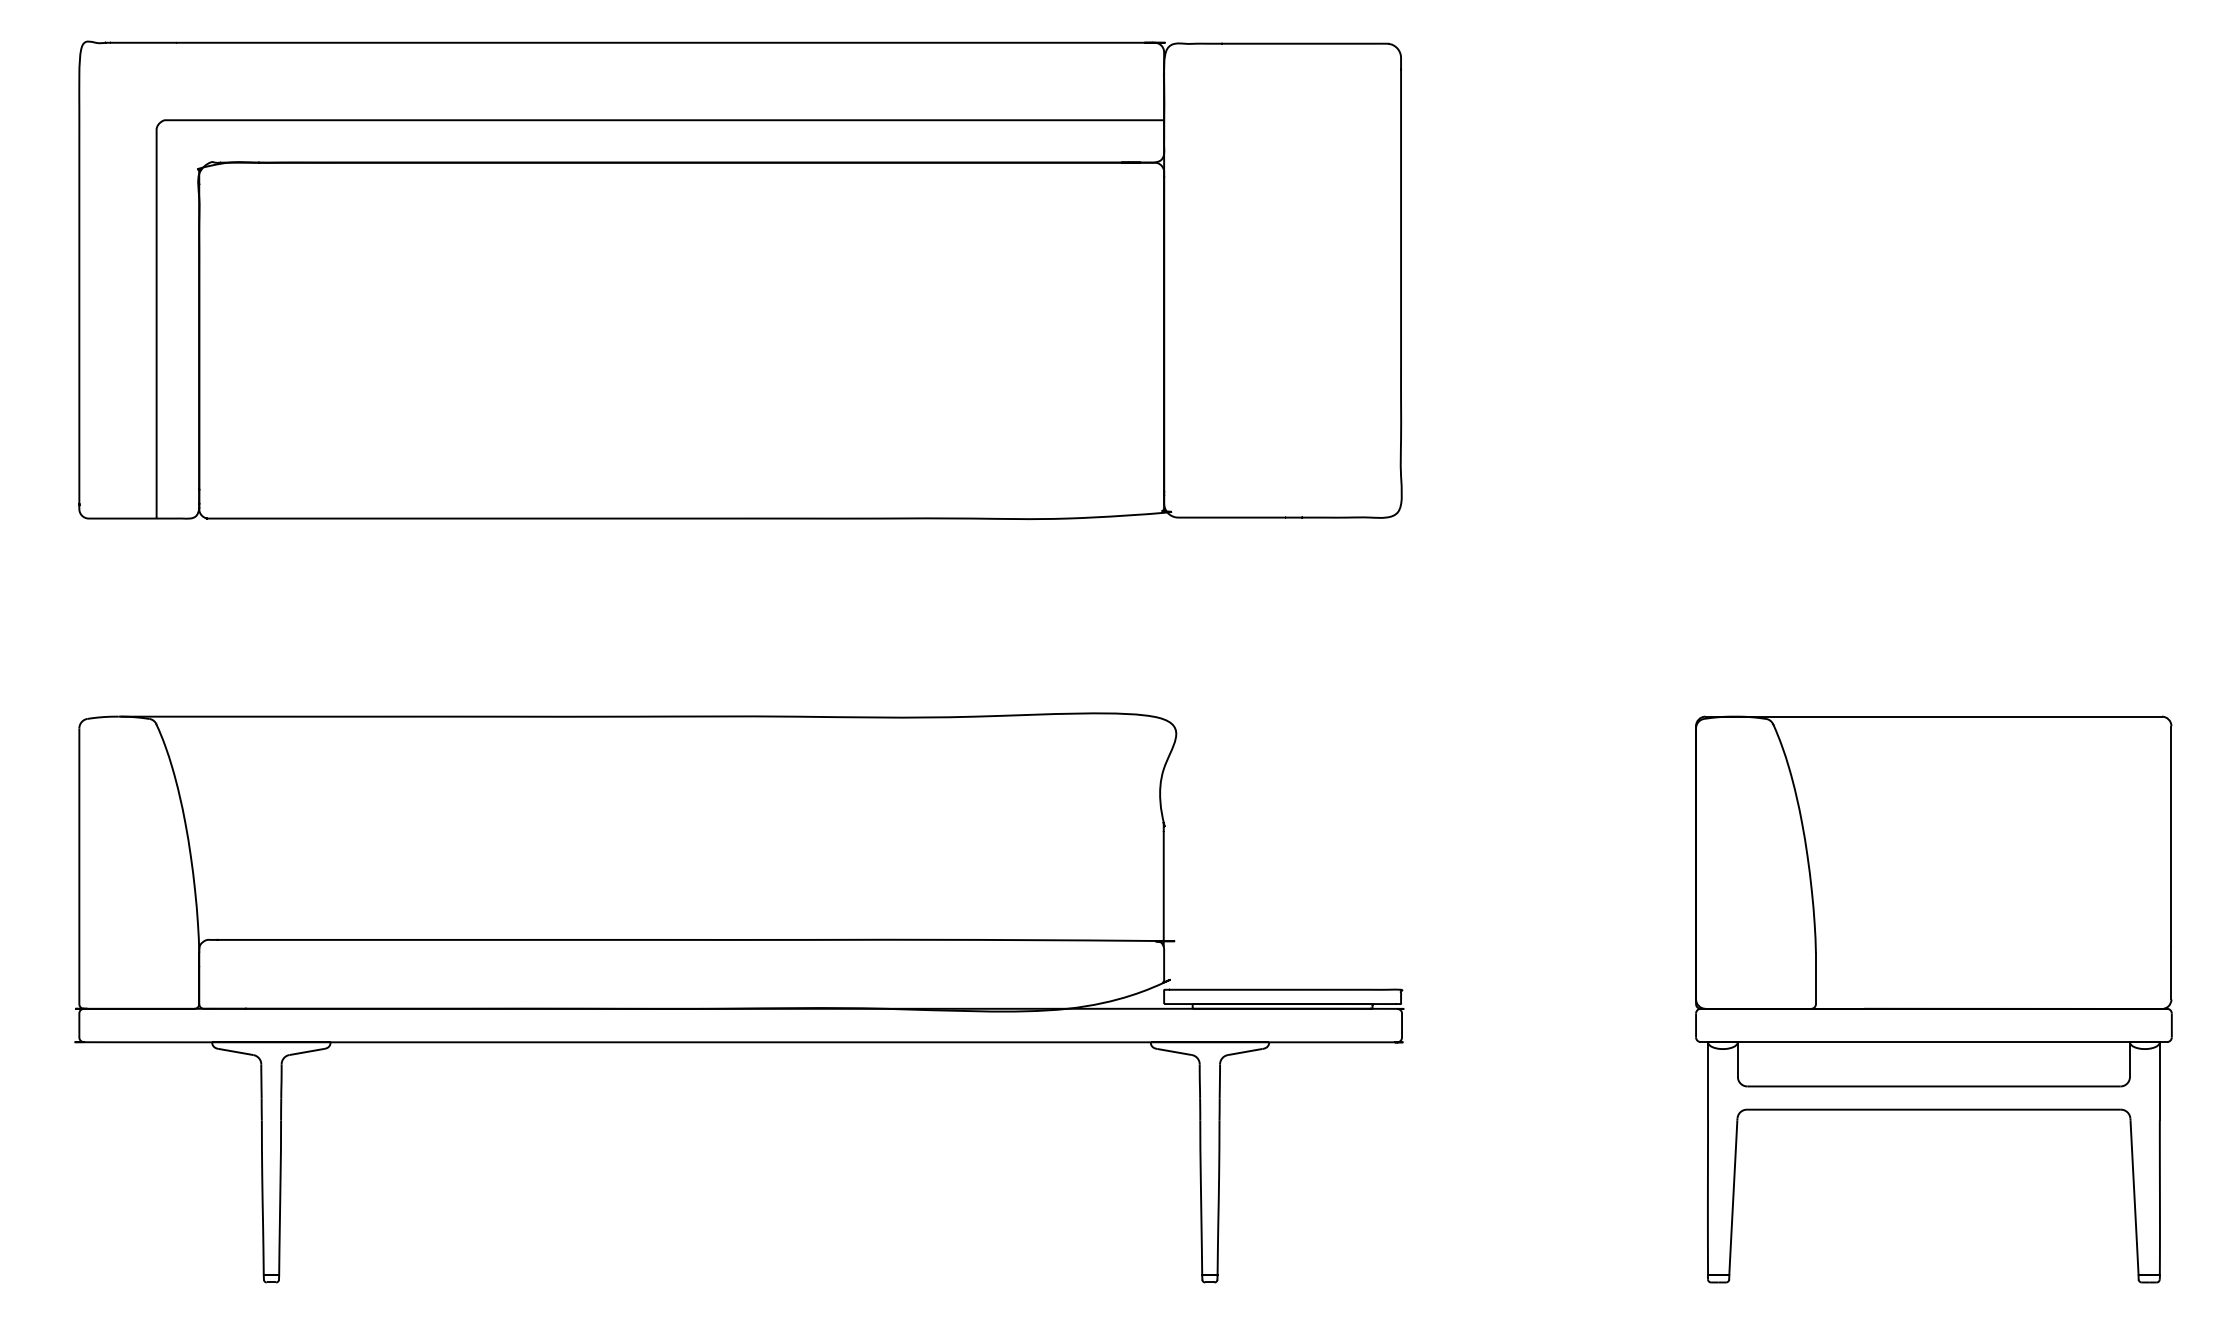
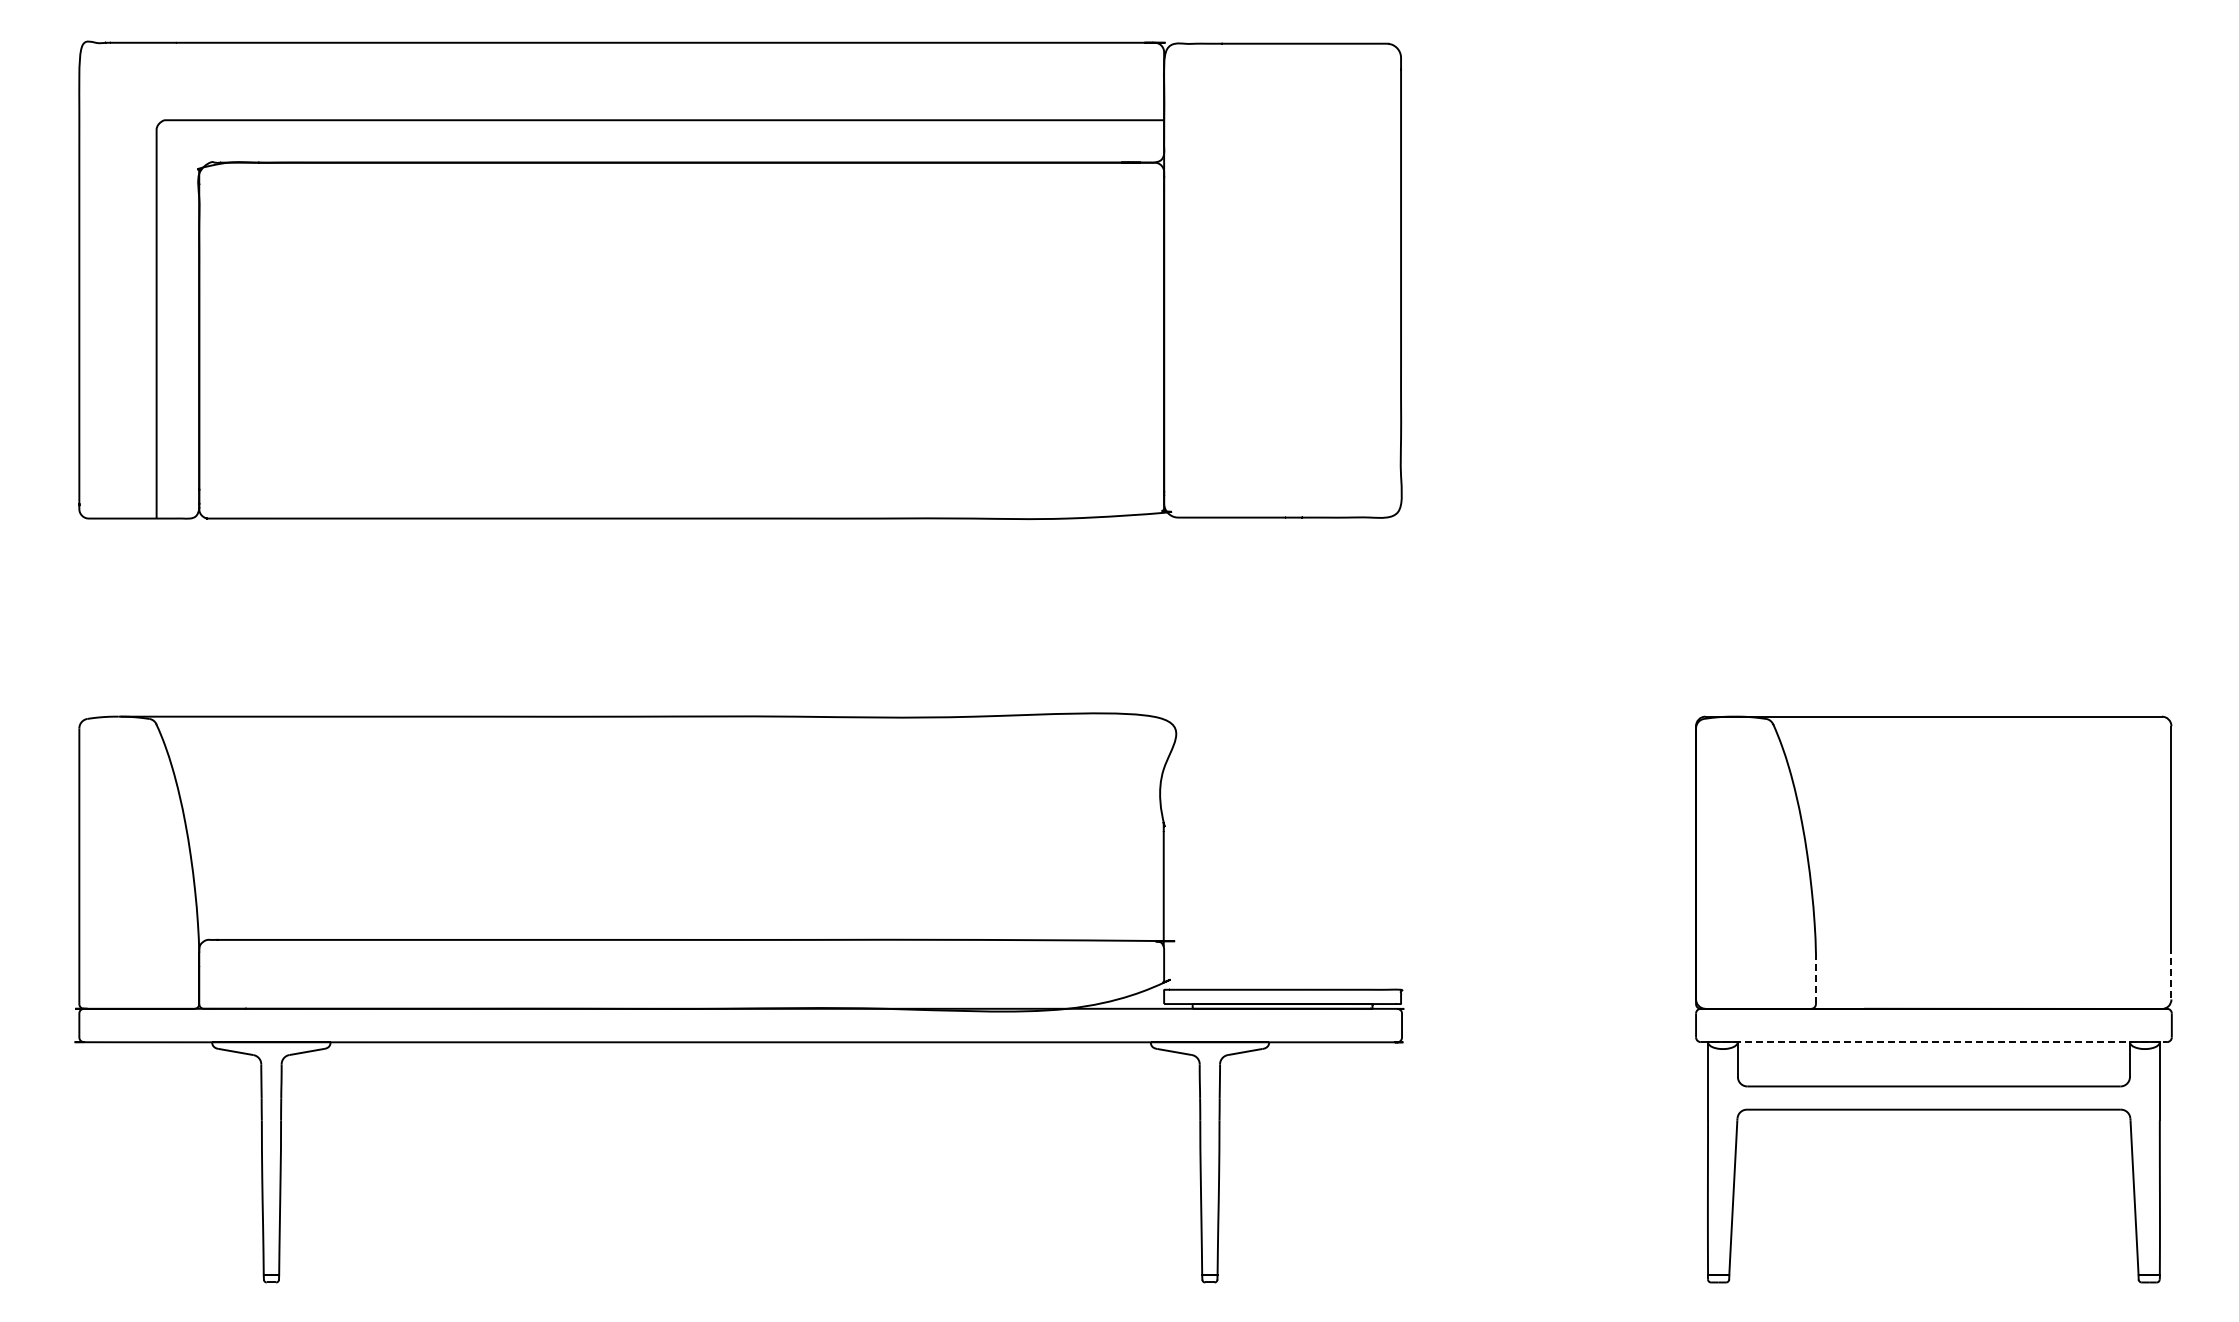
line at (2171, 973): solid -> dashed
line at (1815, 978): solid -> dashed
line at (1934, 1042): solid -> dashed
